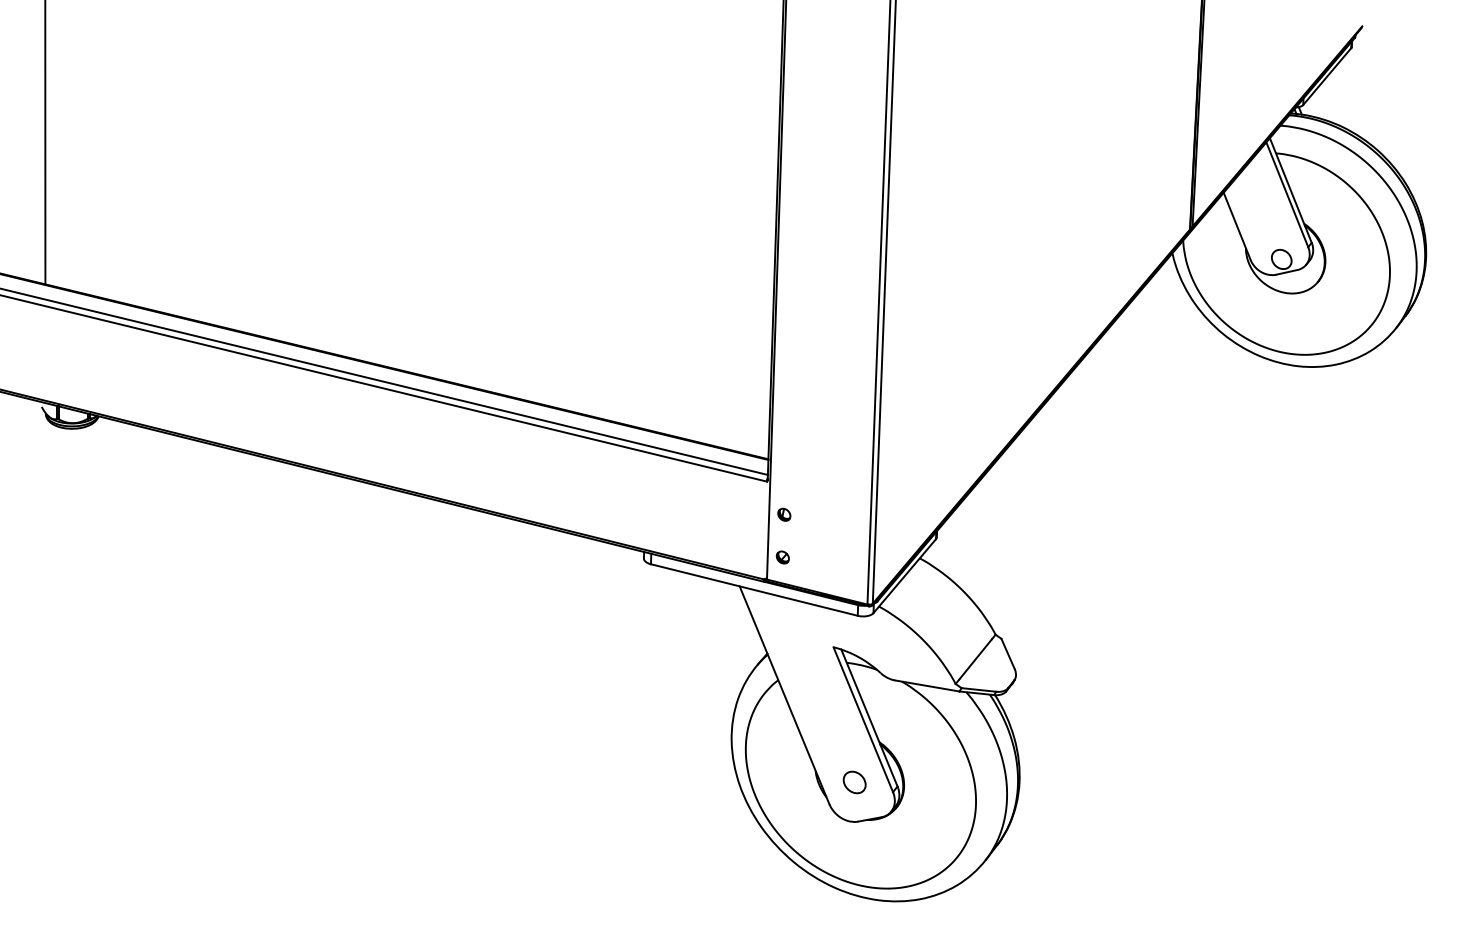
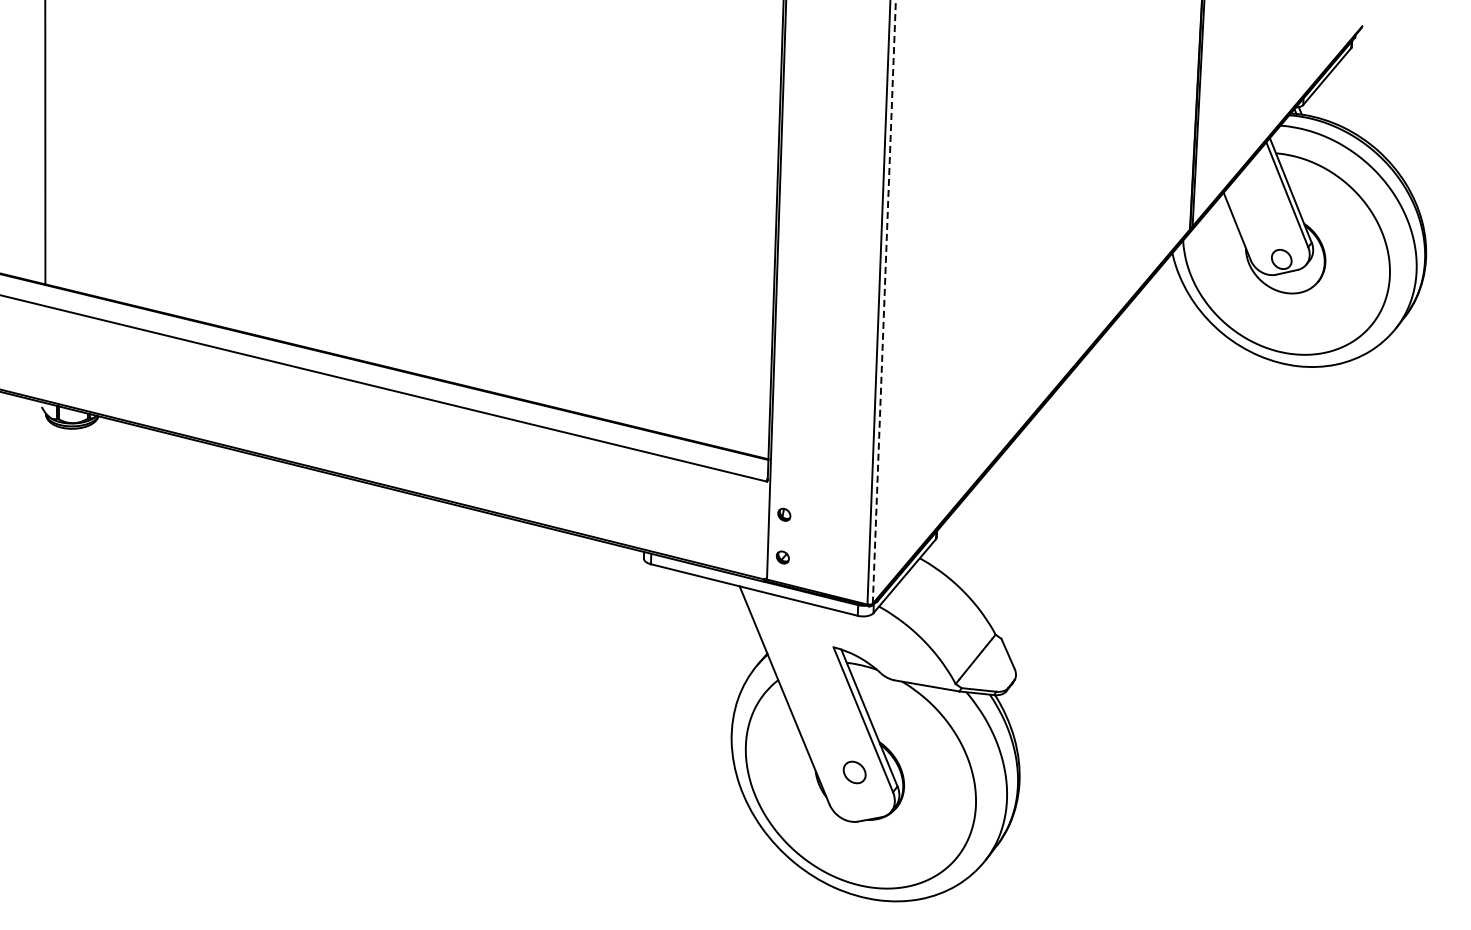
line at (884, 301): solid -> dashed
line at (384, 381): present -> none
part at (854, 782) position: (854, 782) -> (854, 772)
